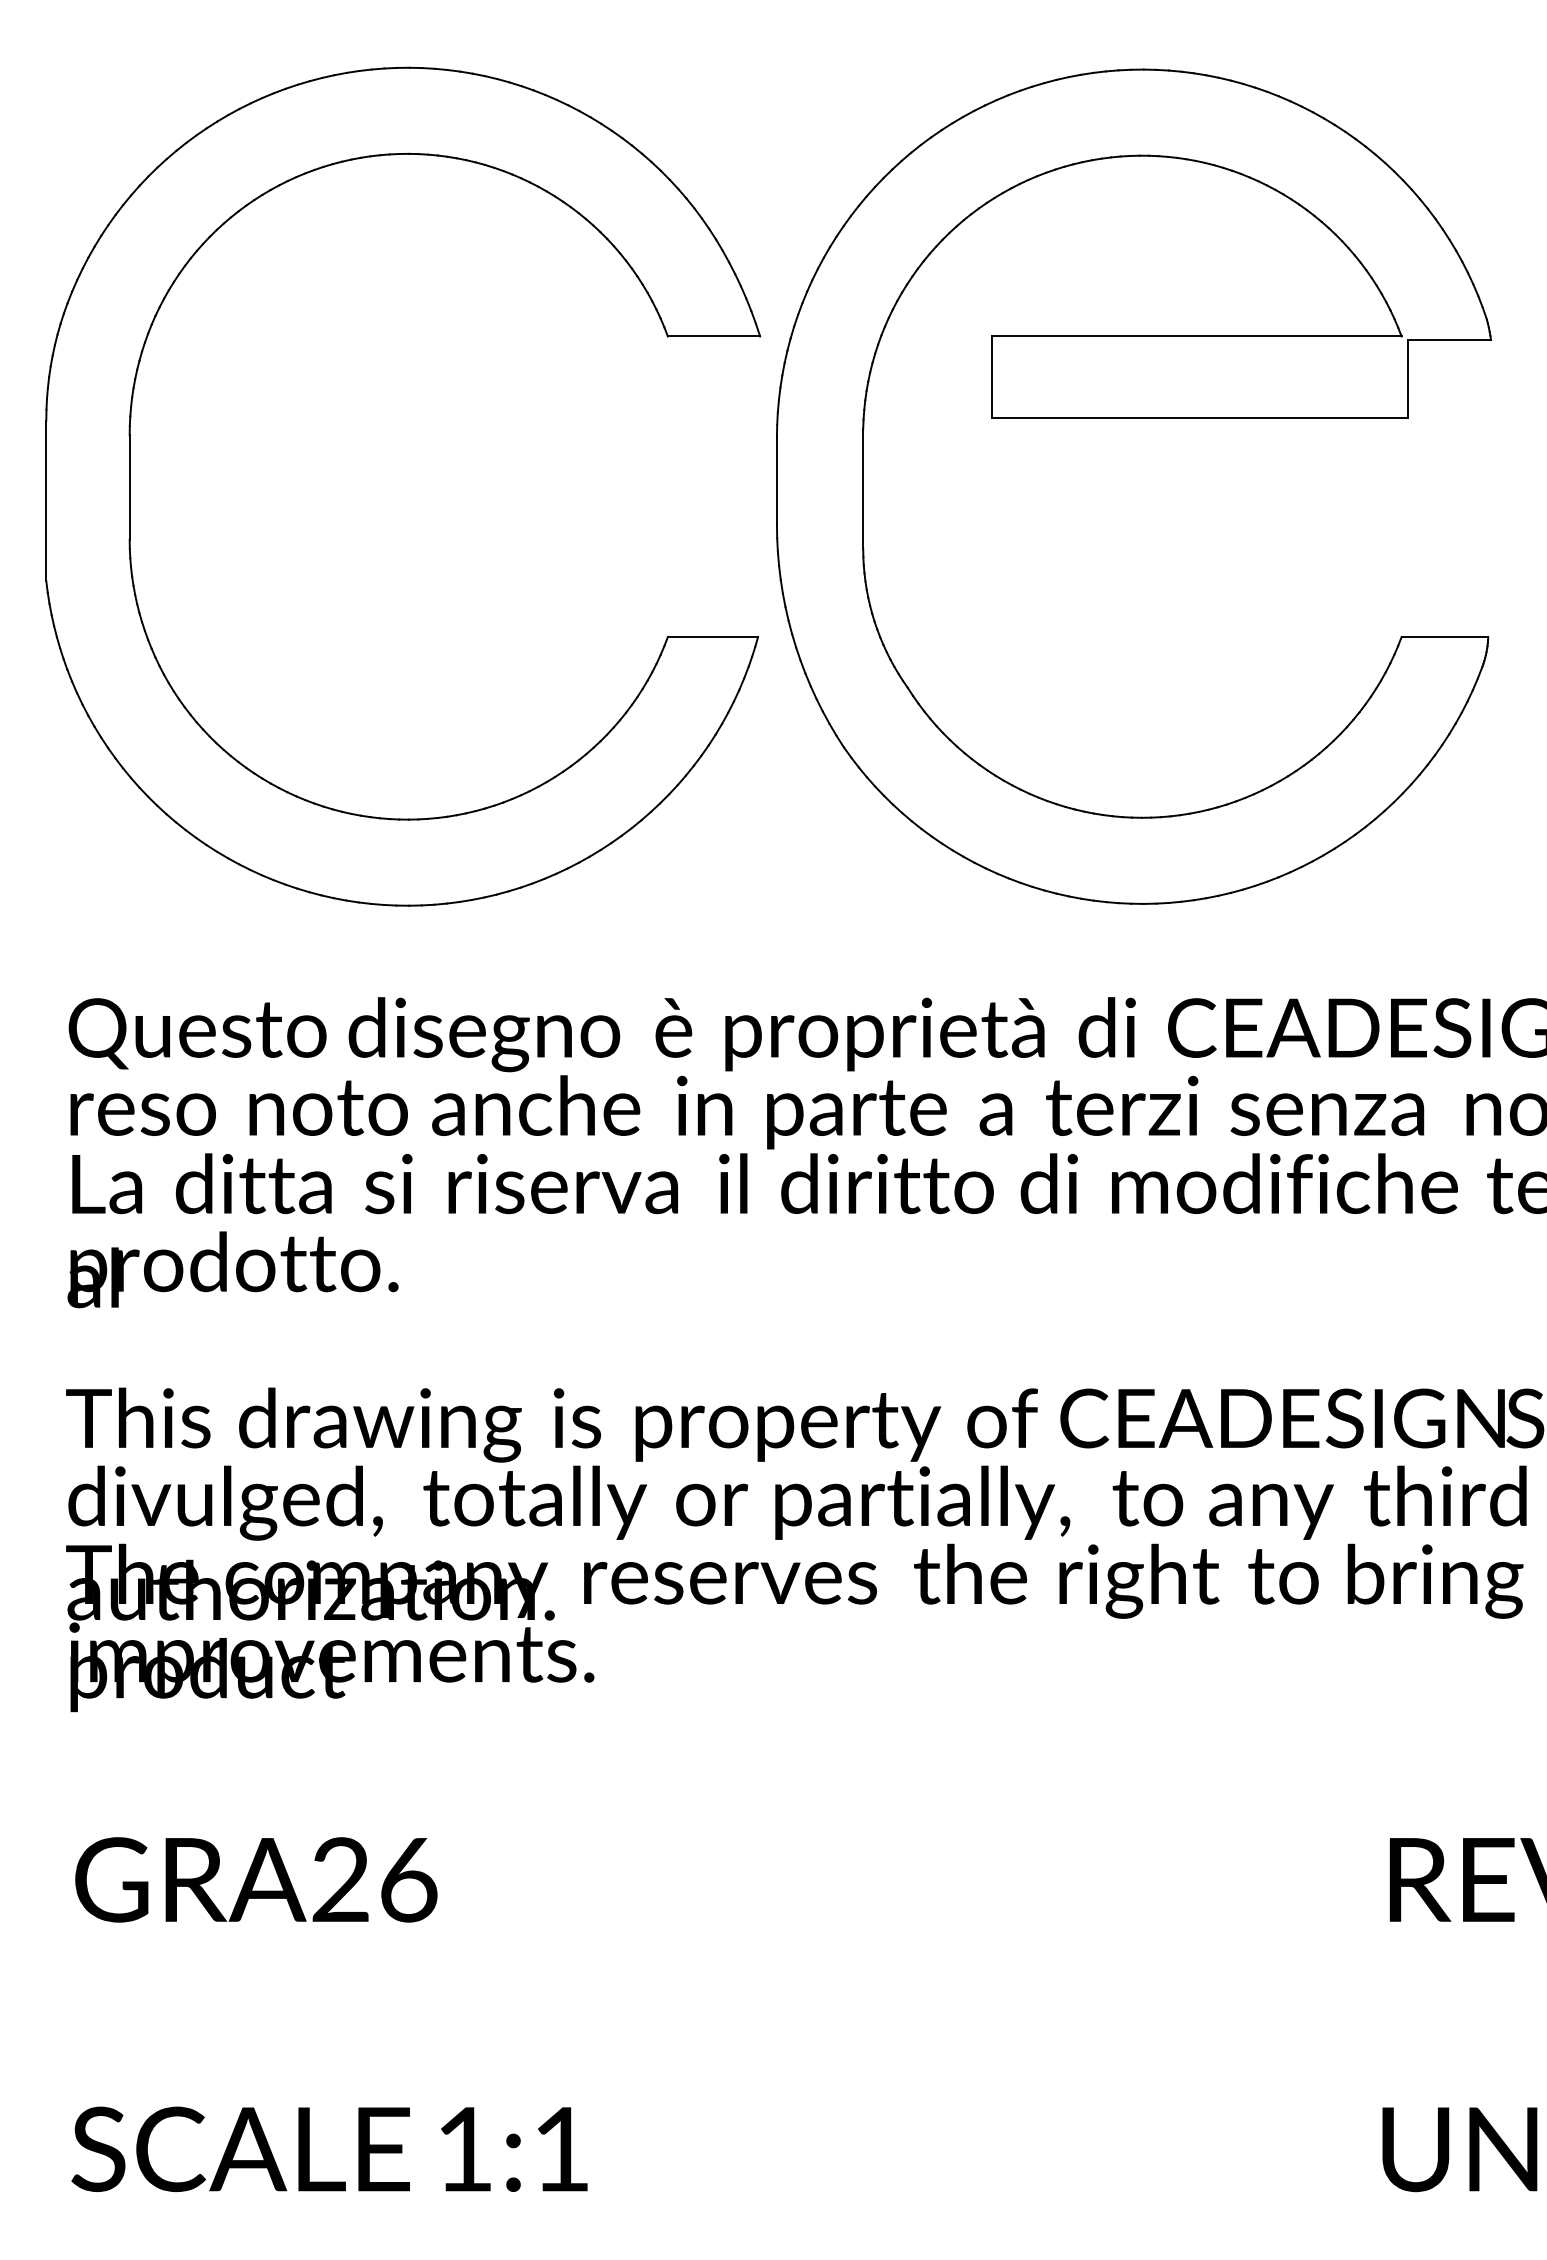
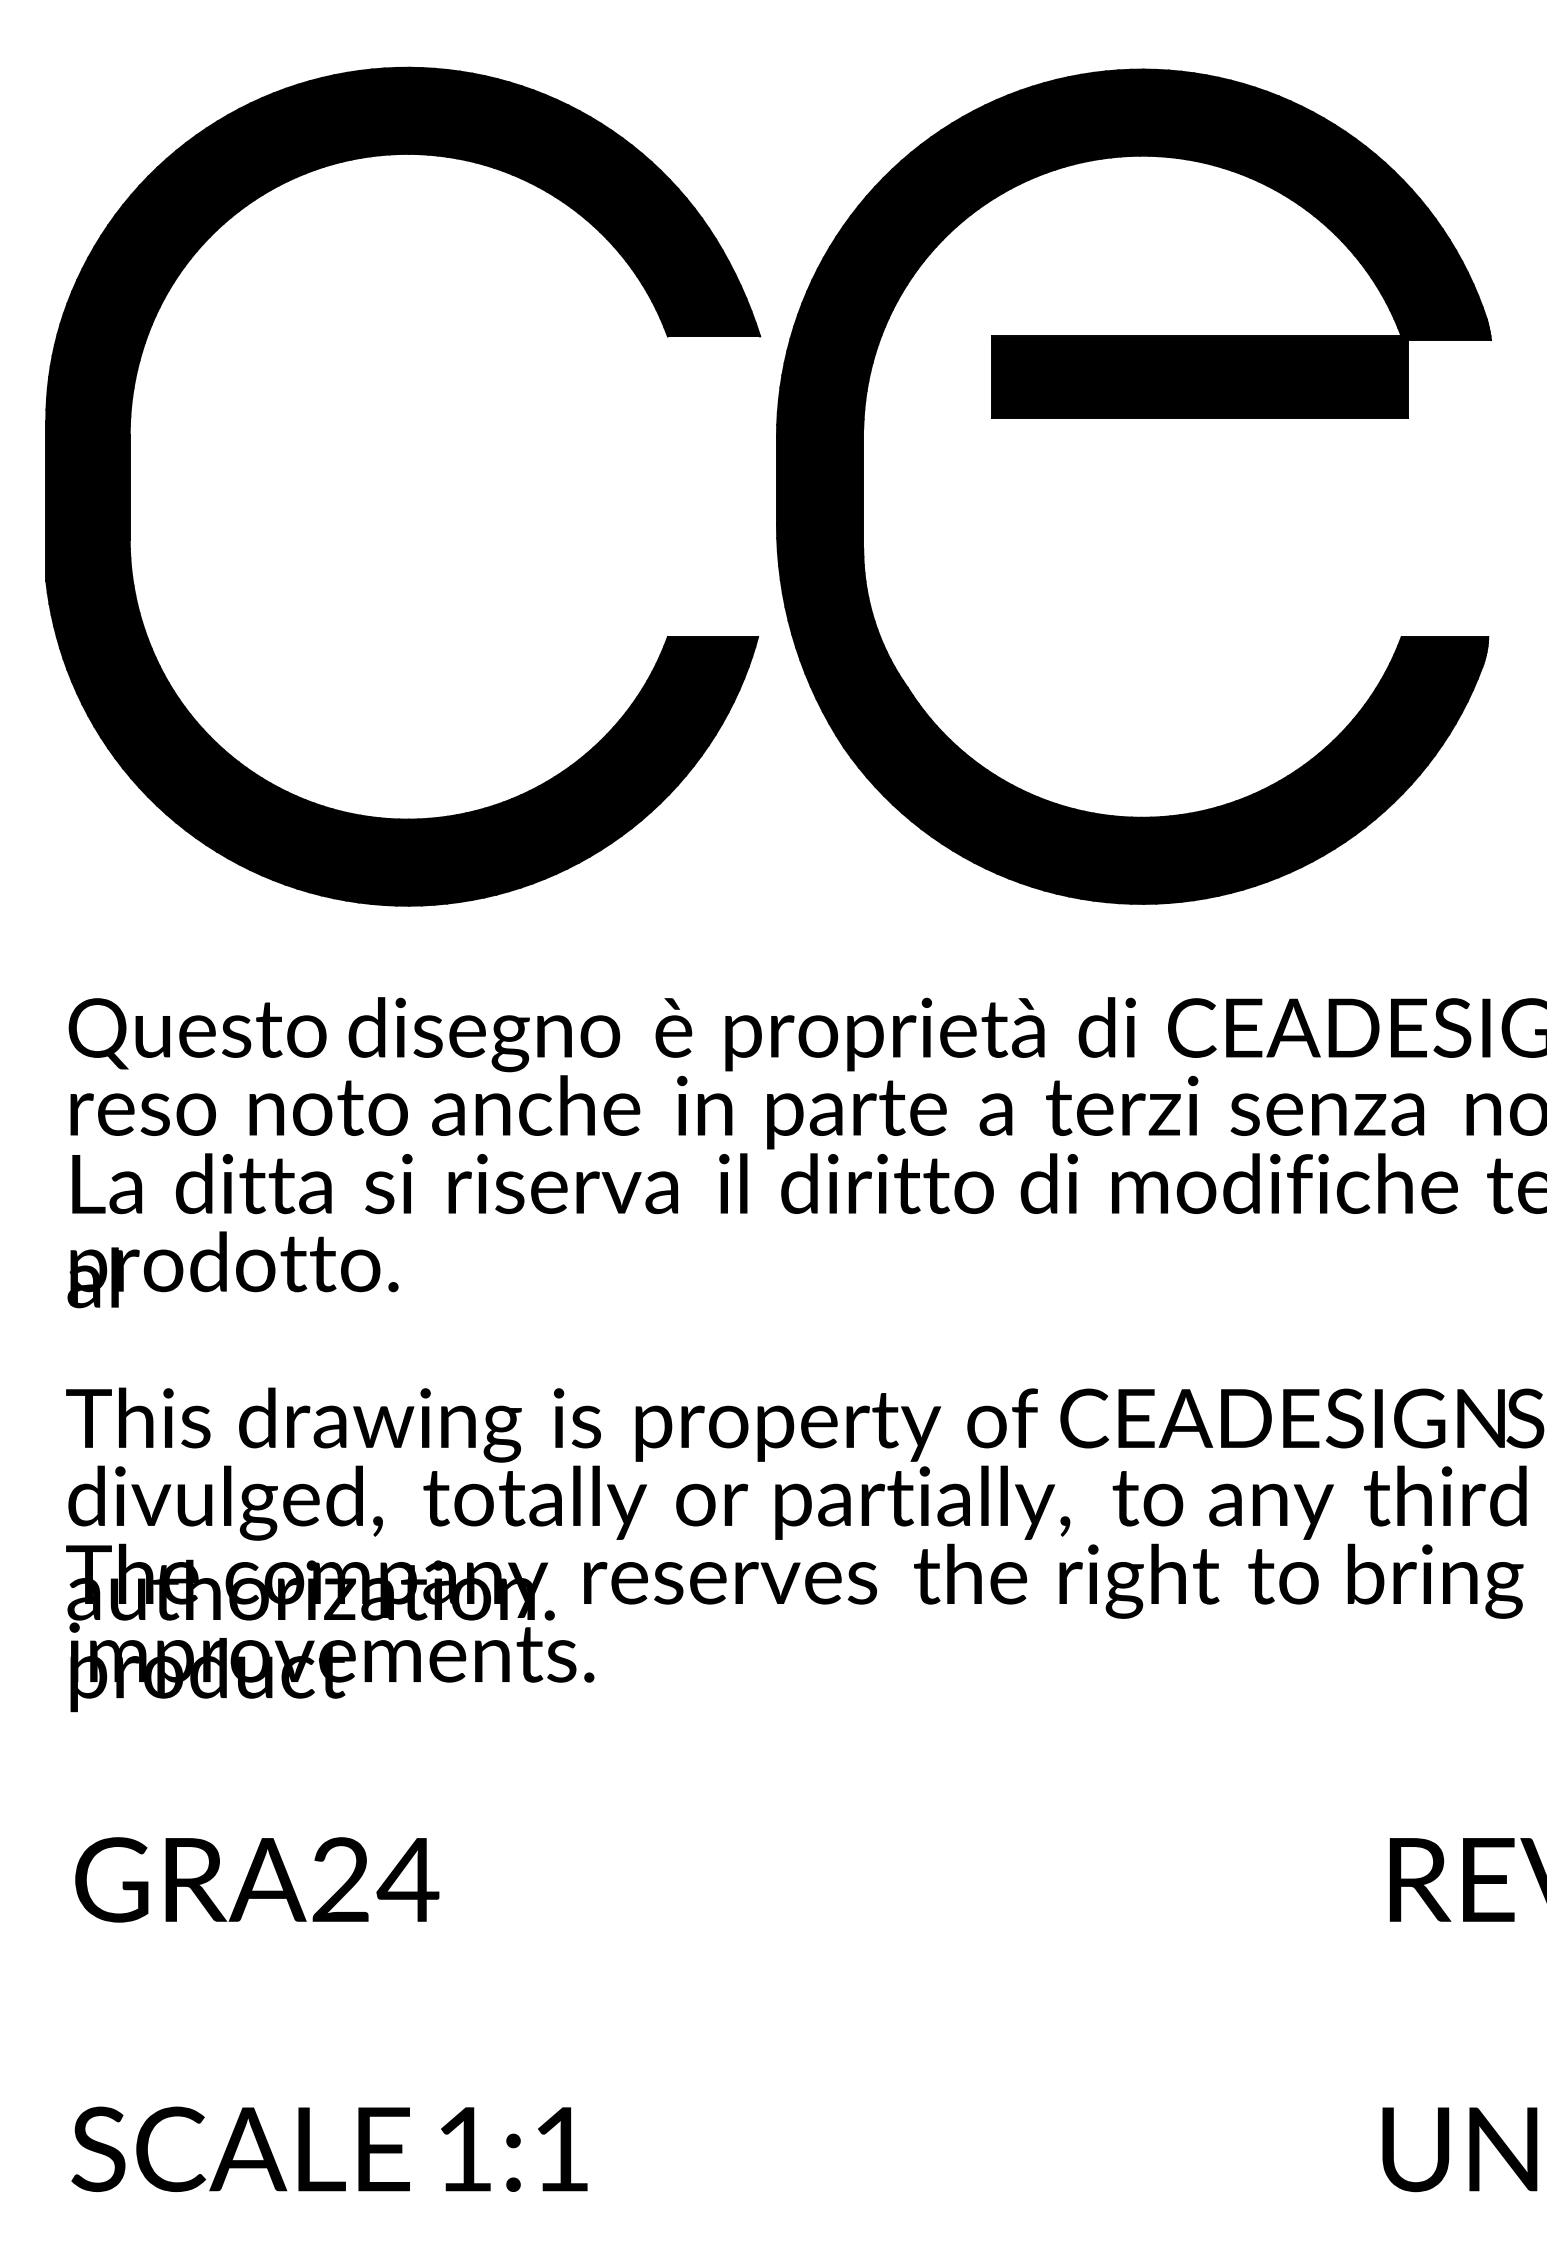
fill at (403, 486): none -> present
fill at (1133, 486): none -> present
text at (407, 1880): GRA26 -> GRA24
